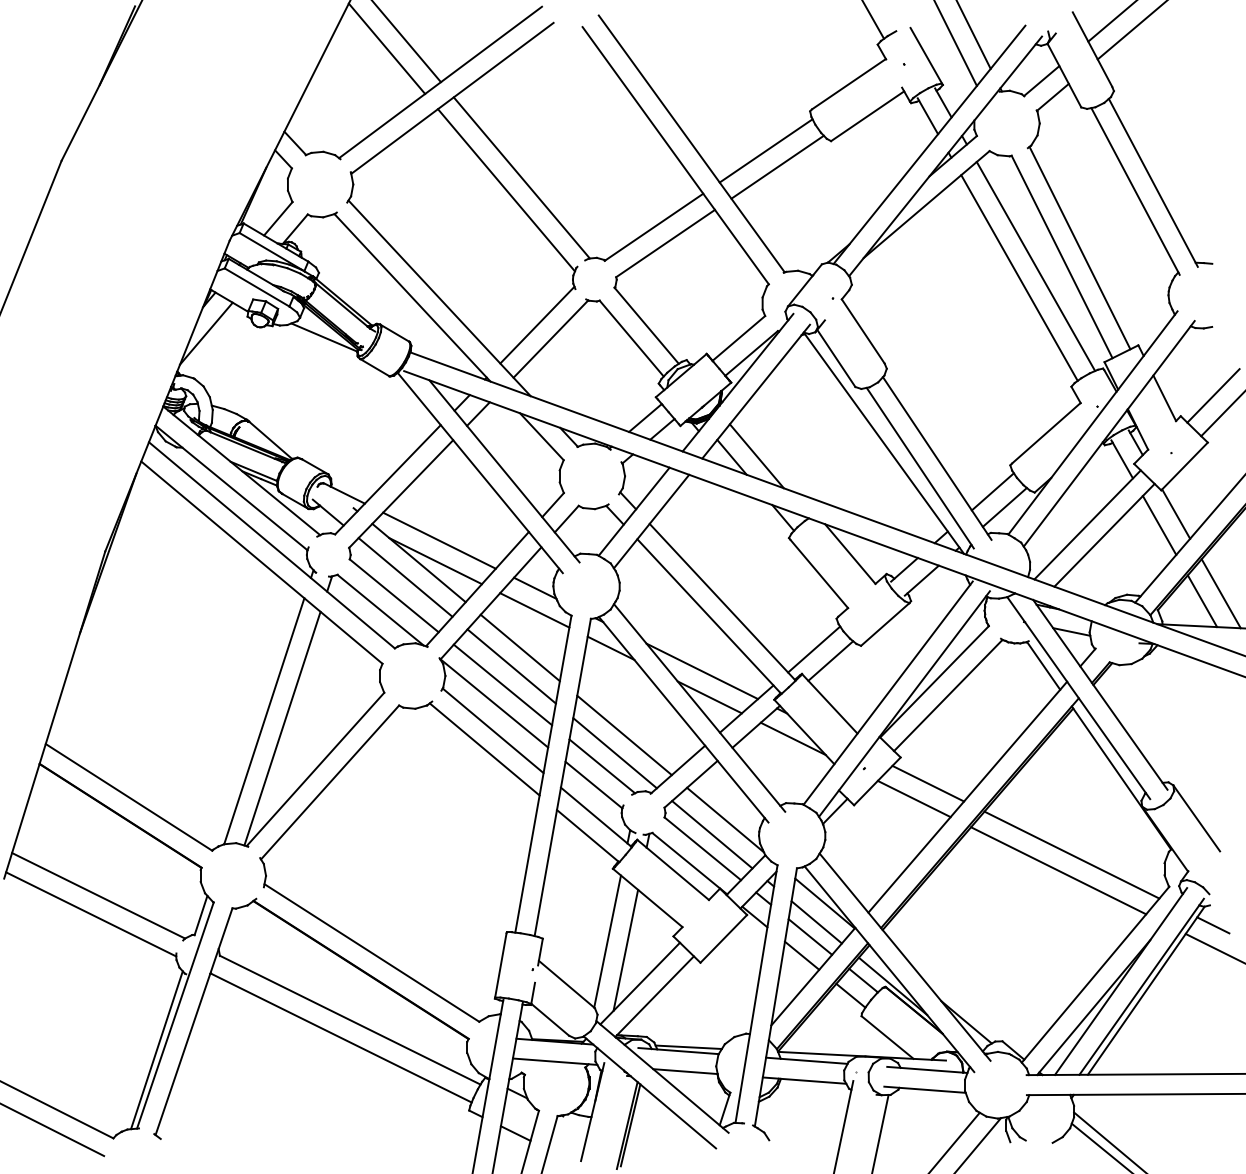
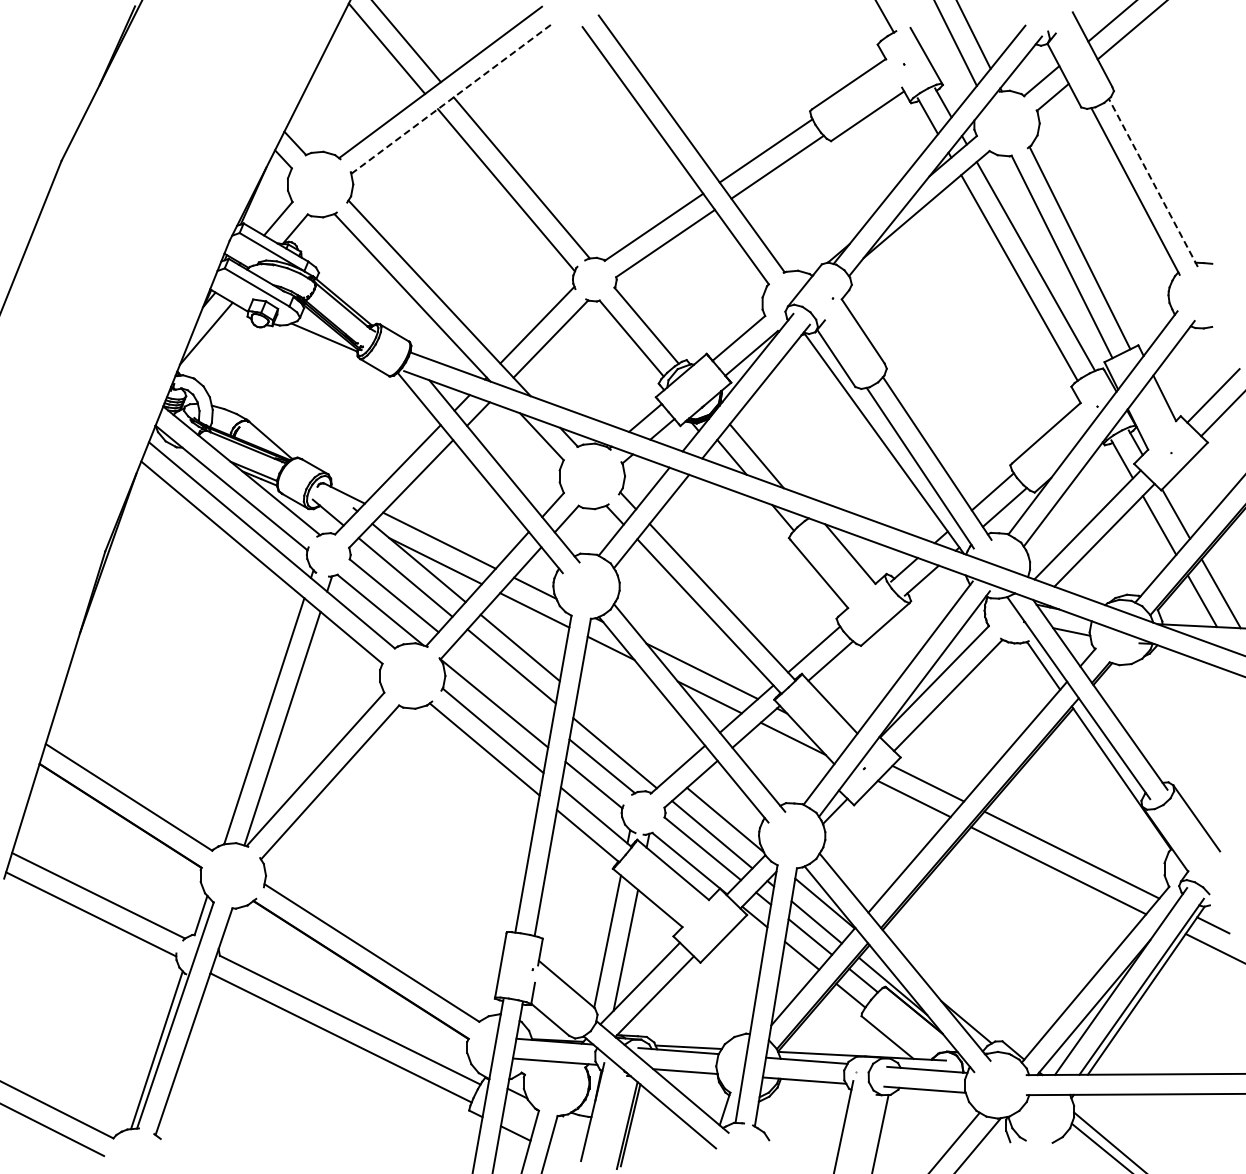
line at (873, 20) position: (873, 20) -> (885, 17)
line at (452, 98): solid -> dashed
line at (1153, 182): solid -> dashed
line at (502, 684): present -> none
line at (624, 735): present -> none
